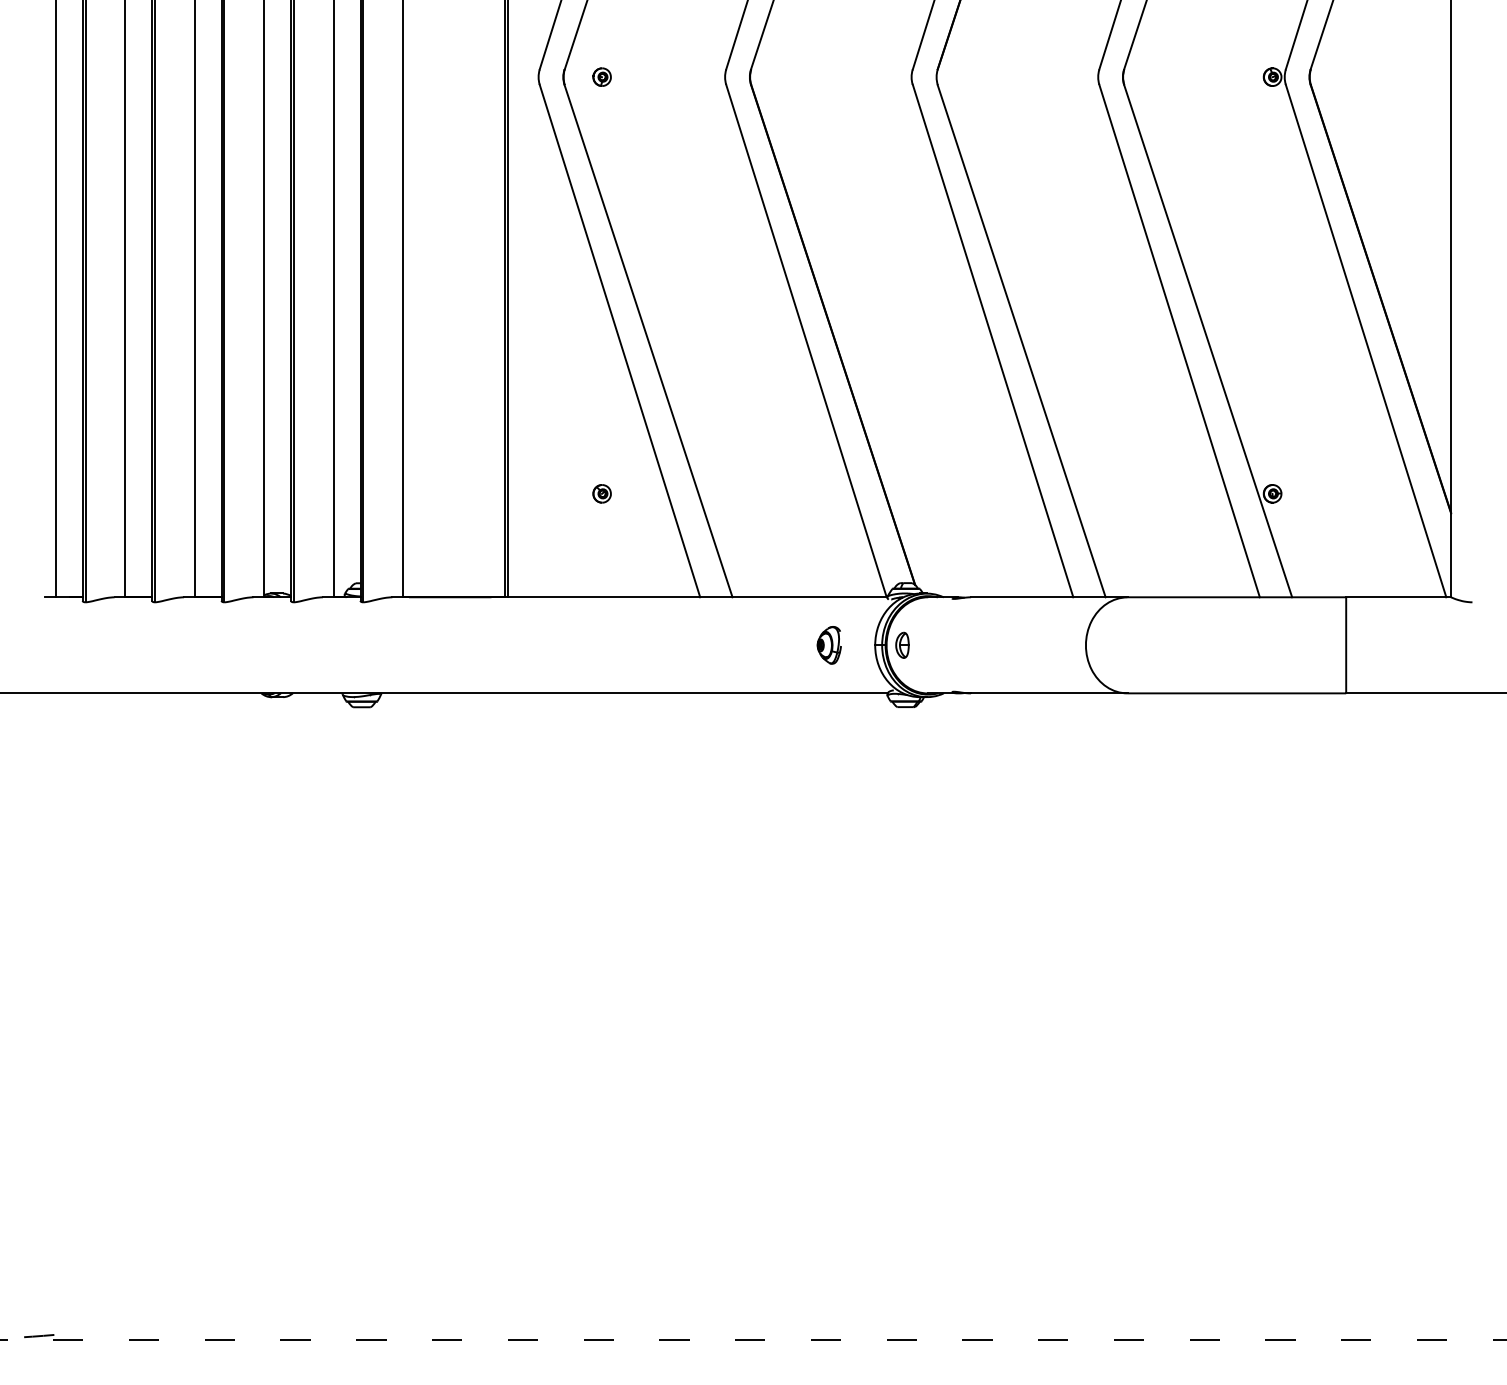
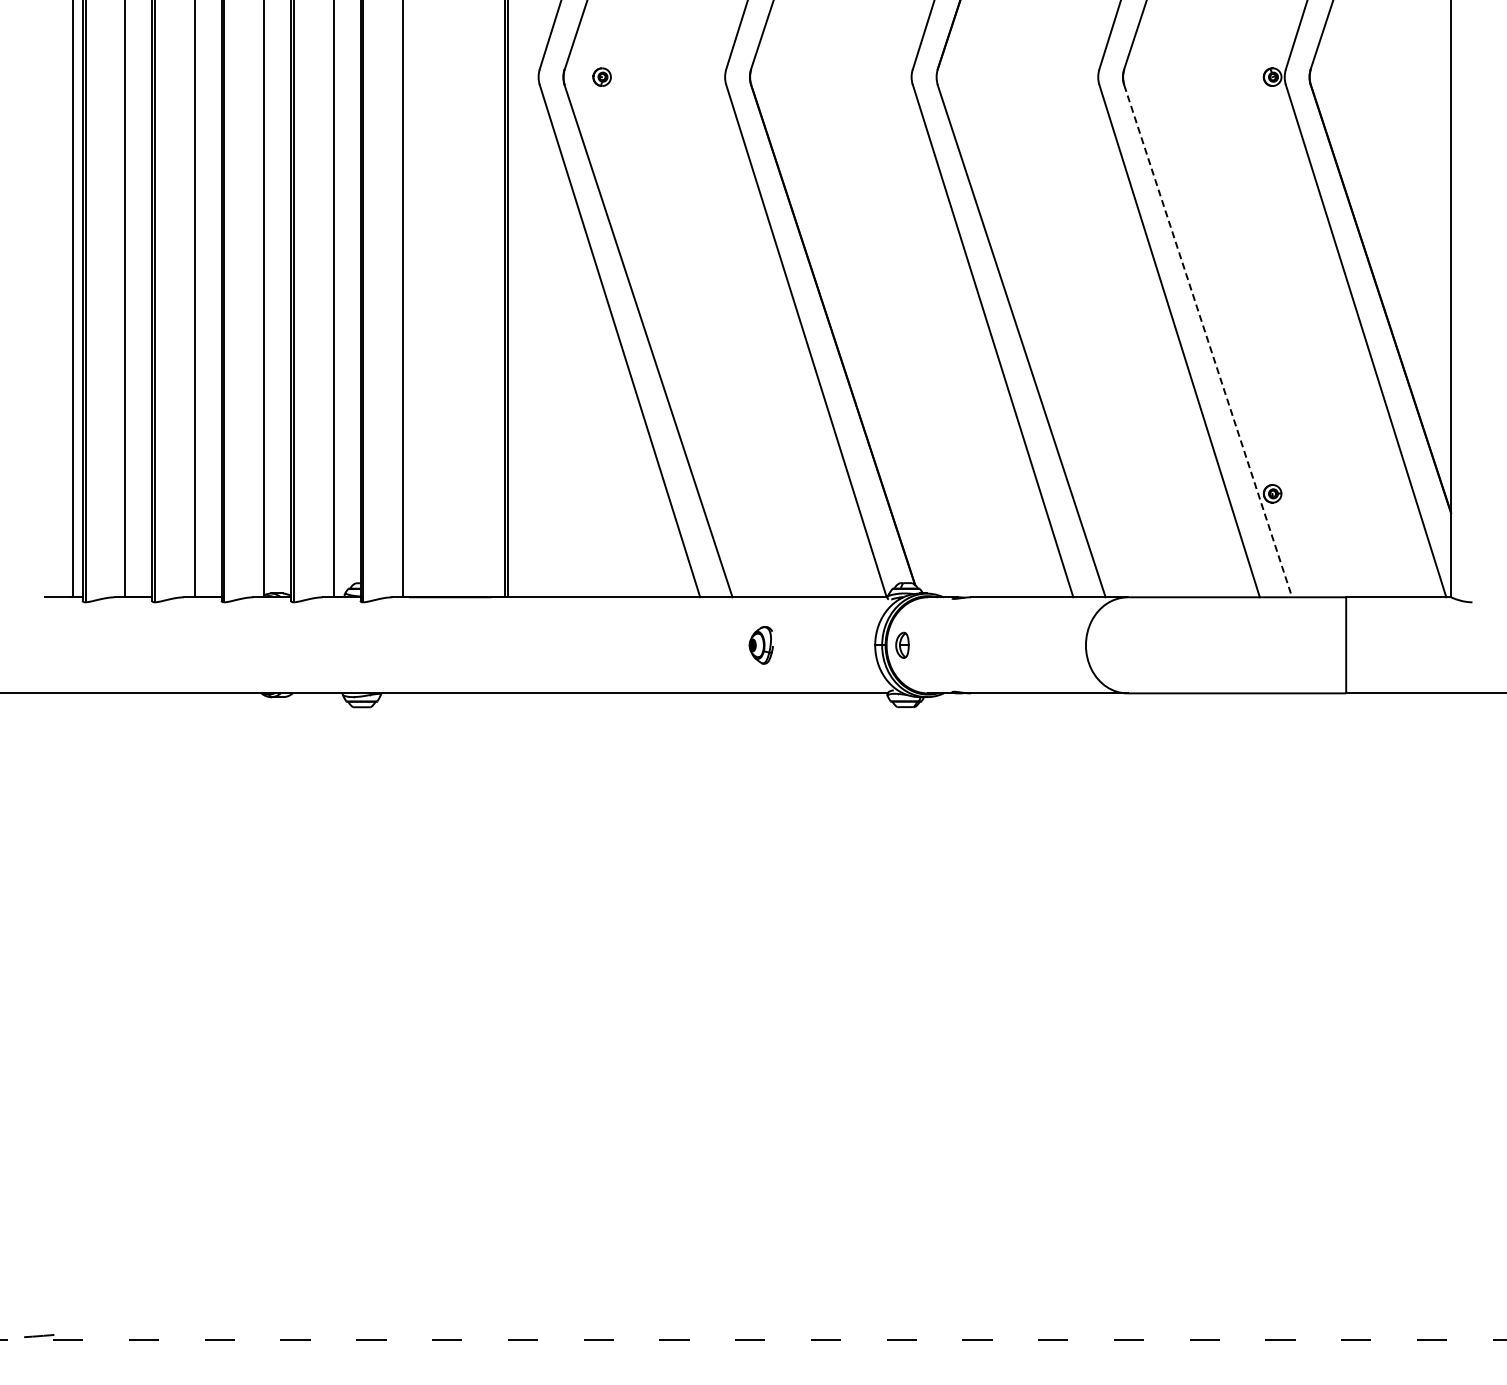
line at (55, 299) position: (55, 299) -> (72, 299)
line at (1208, 341): solid -> dashed
part at (601, 493): present -> none
part at (828, 645) position: (828, 645) -> (760, 645)
